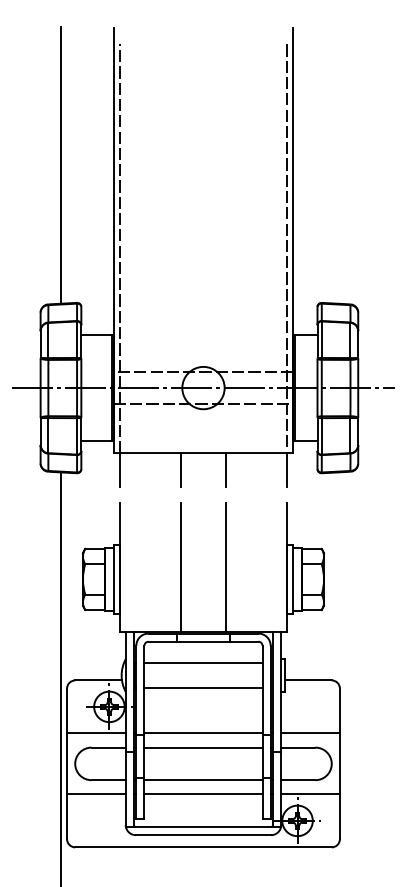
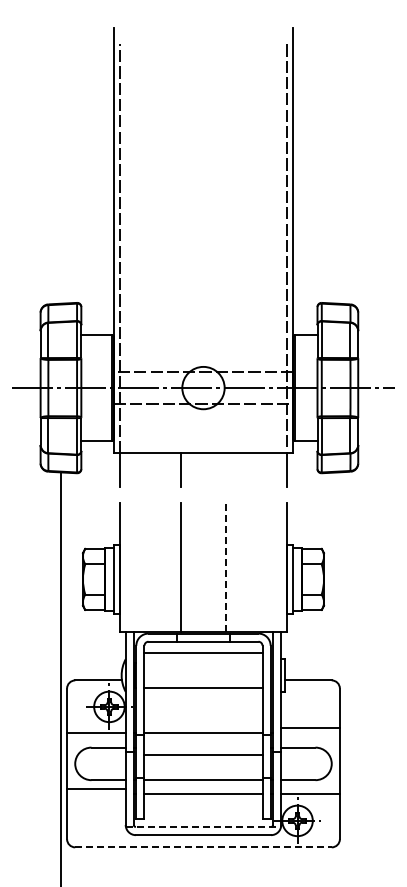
line at (60, 164): present -> none
line at (225, 469): present -> none
line at (225, 567): solid -> dashed
line at (203, 663) position: (203, 663) -> (203, 653)
line at (310, 733) position: (310, 733) -> (310, 728)
line at (203, 747) position: (203, 747) -> (203, 754)
line at (96, 794) position: (96, 794) -> (96, 789)
line at (203, 827): solid -> dashed
line at (203, 847): solid -> dashed
